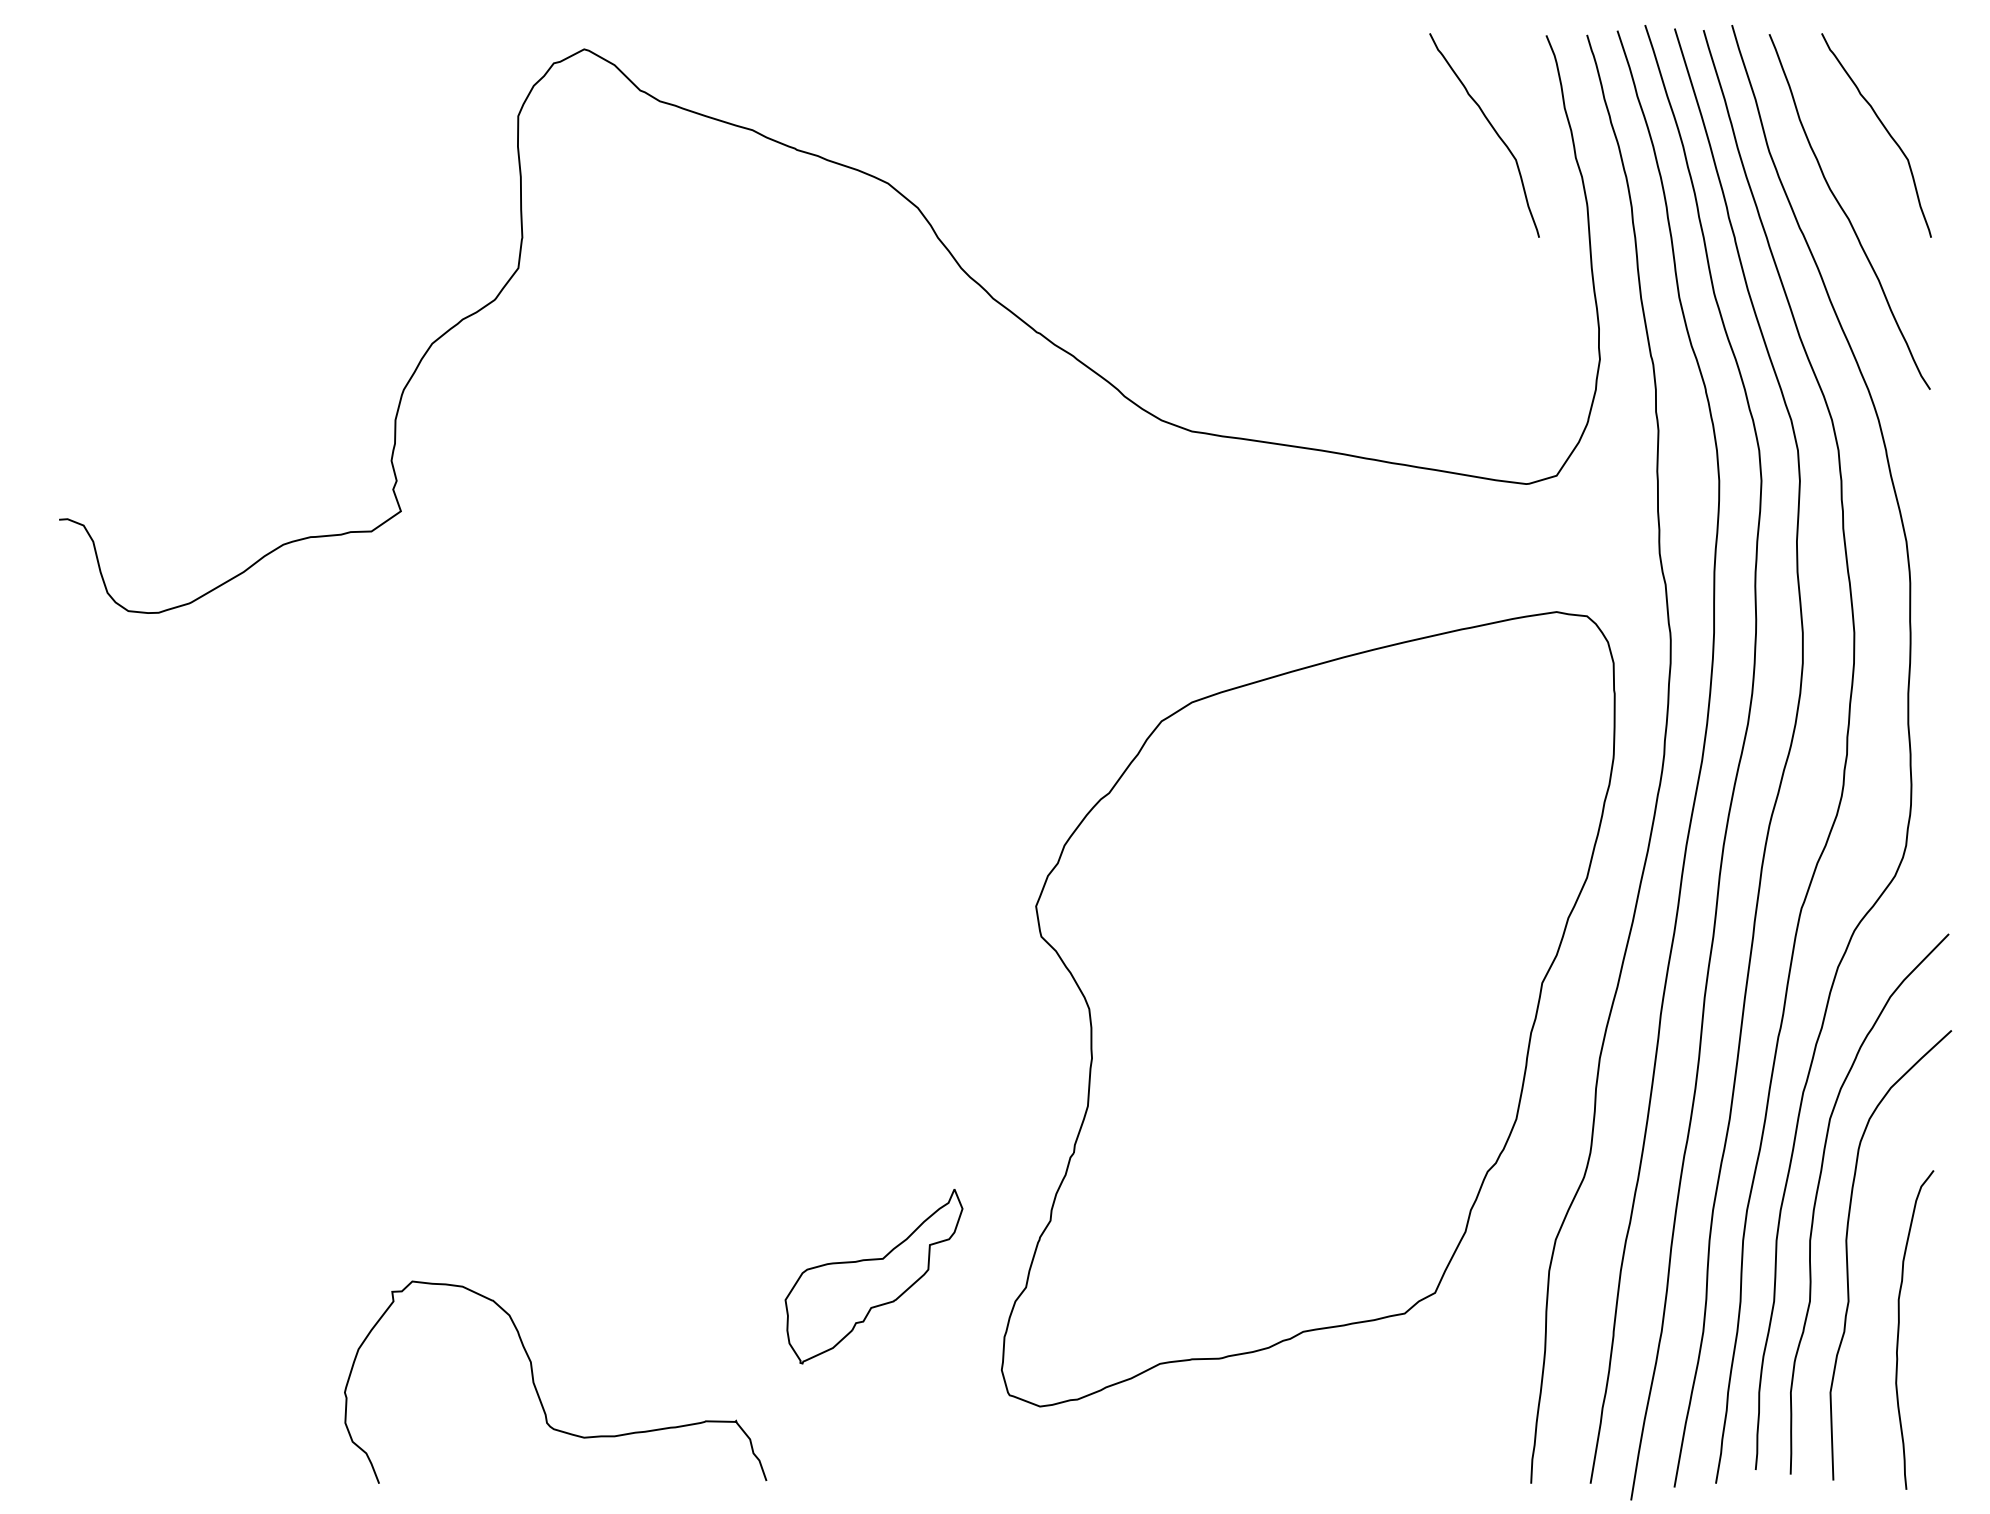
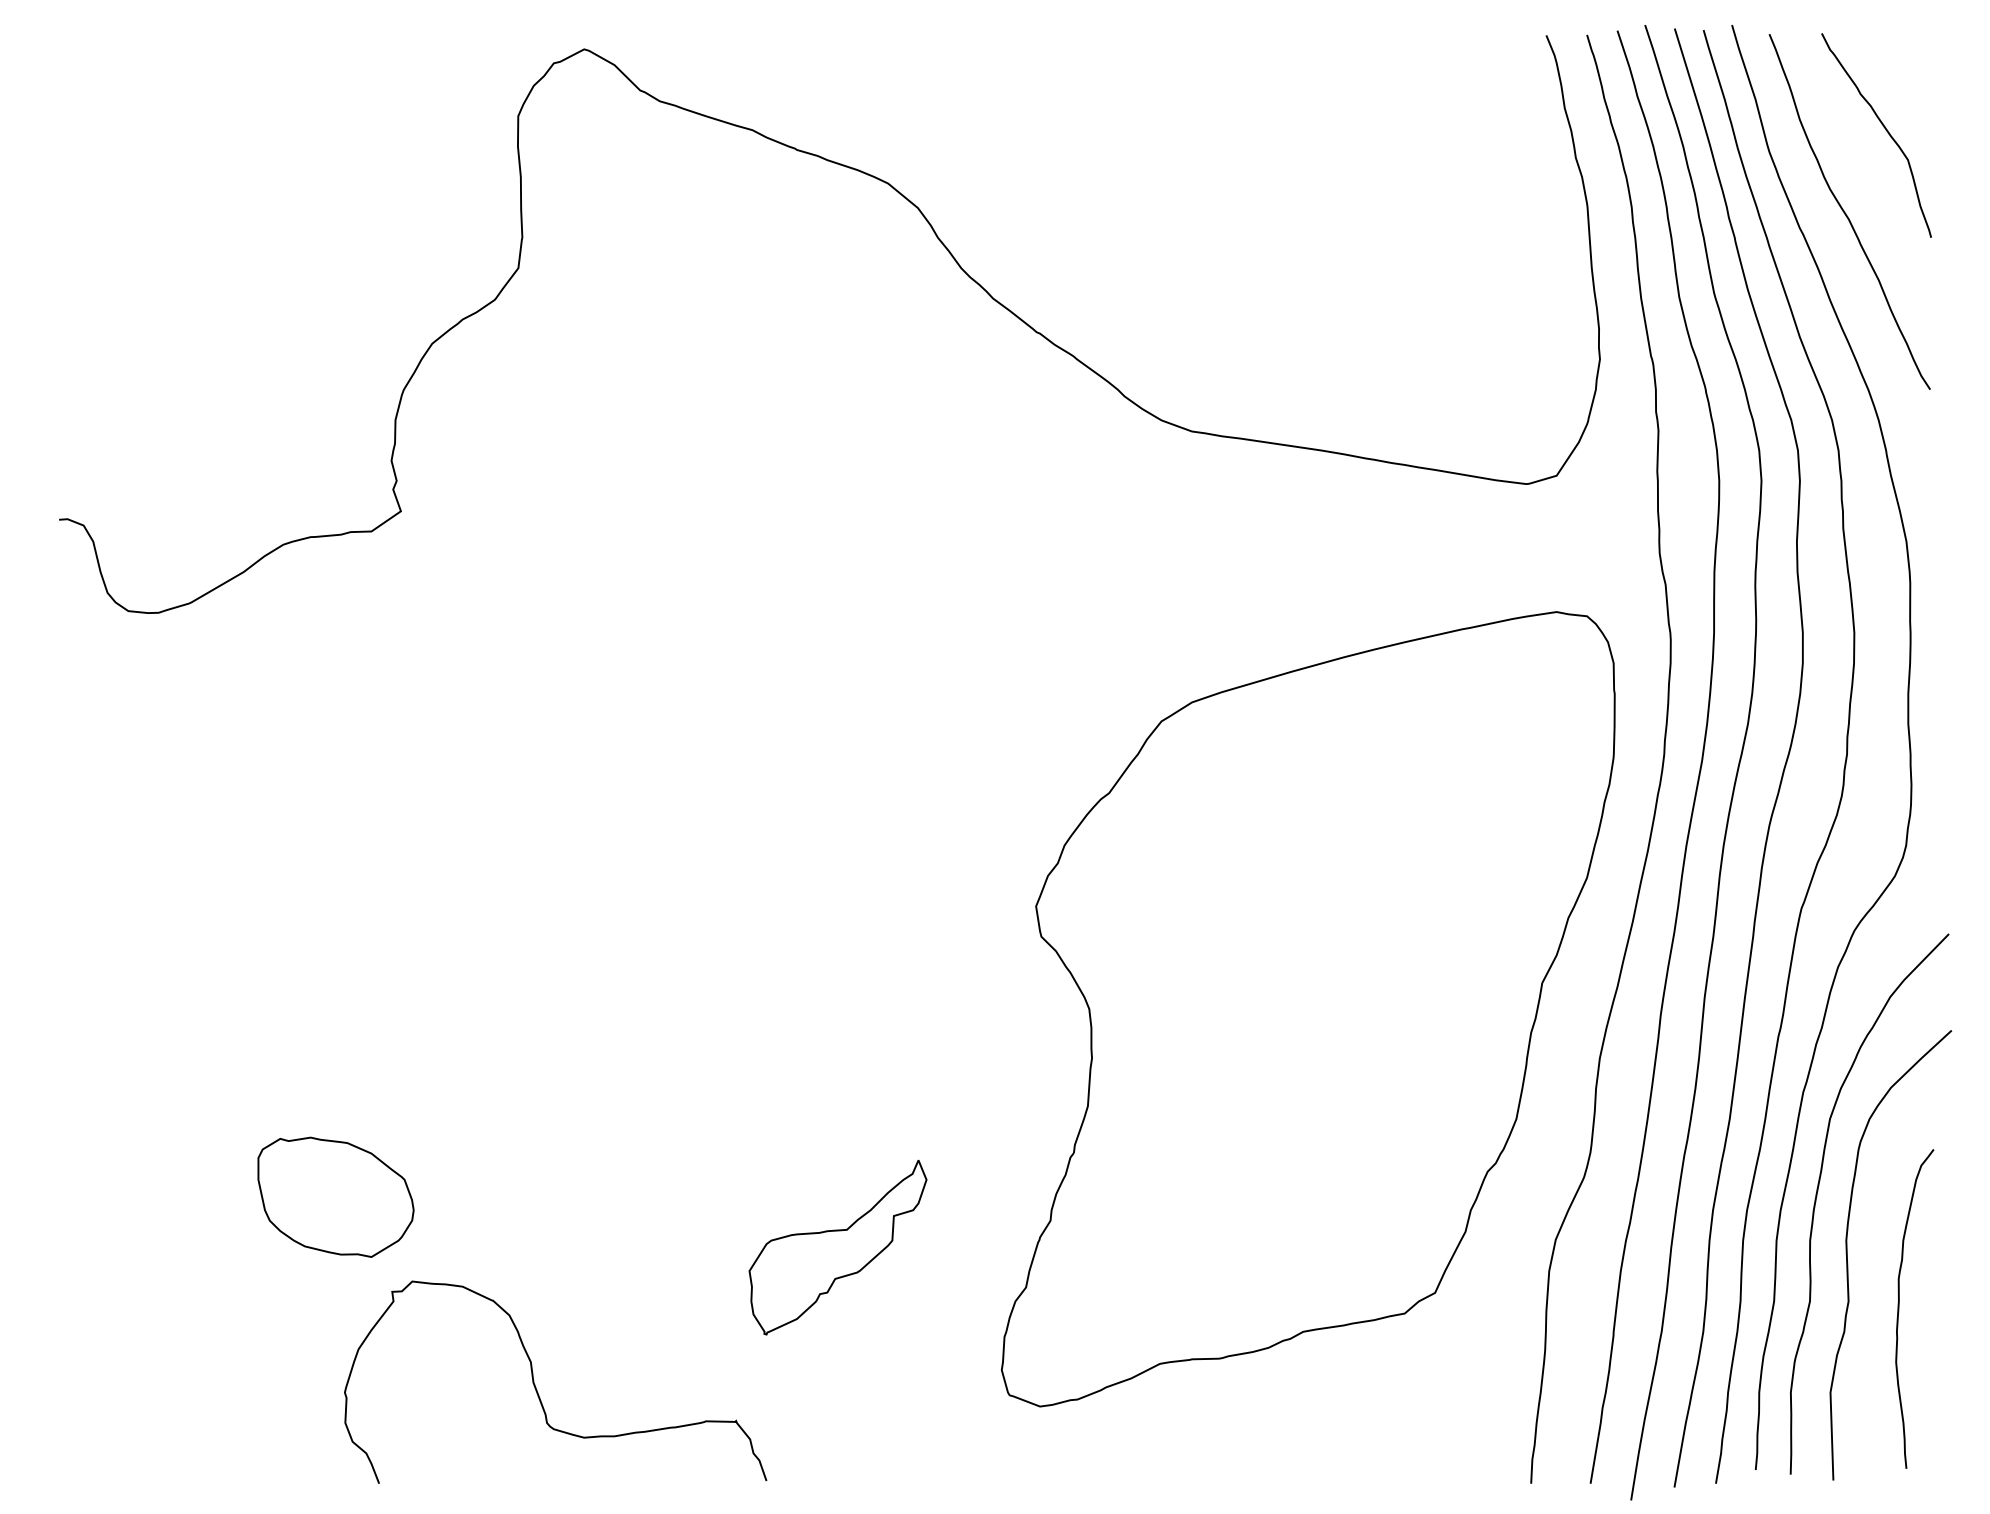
curve at (1493, 130): present -> none
part at (335, 1196): none -> present
part at (873, 1276) position: (873, 1276) -> (837, 1247)
curve at (1899, 1329) position: (1899, 1329) -> (1899, 1308)
